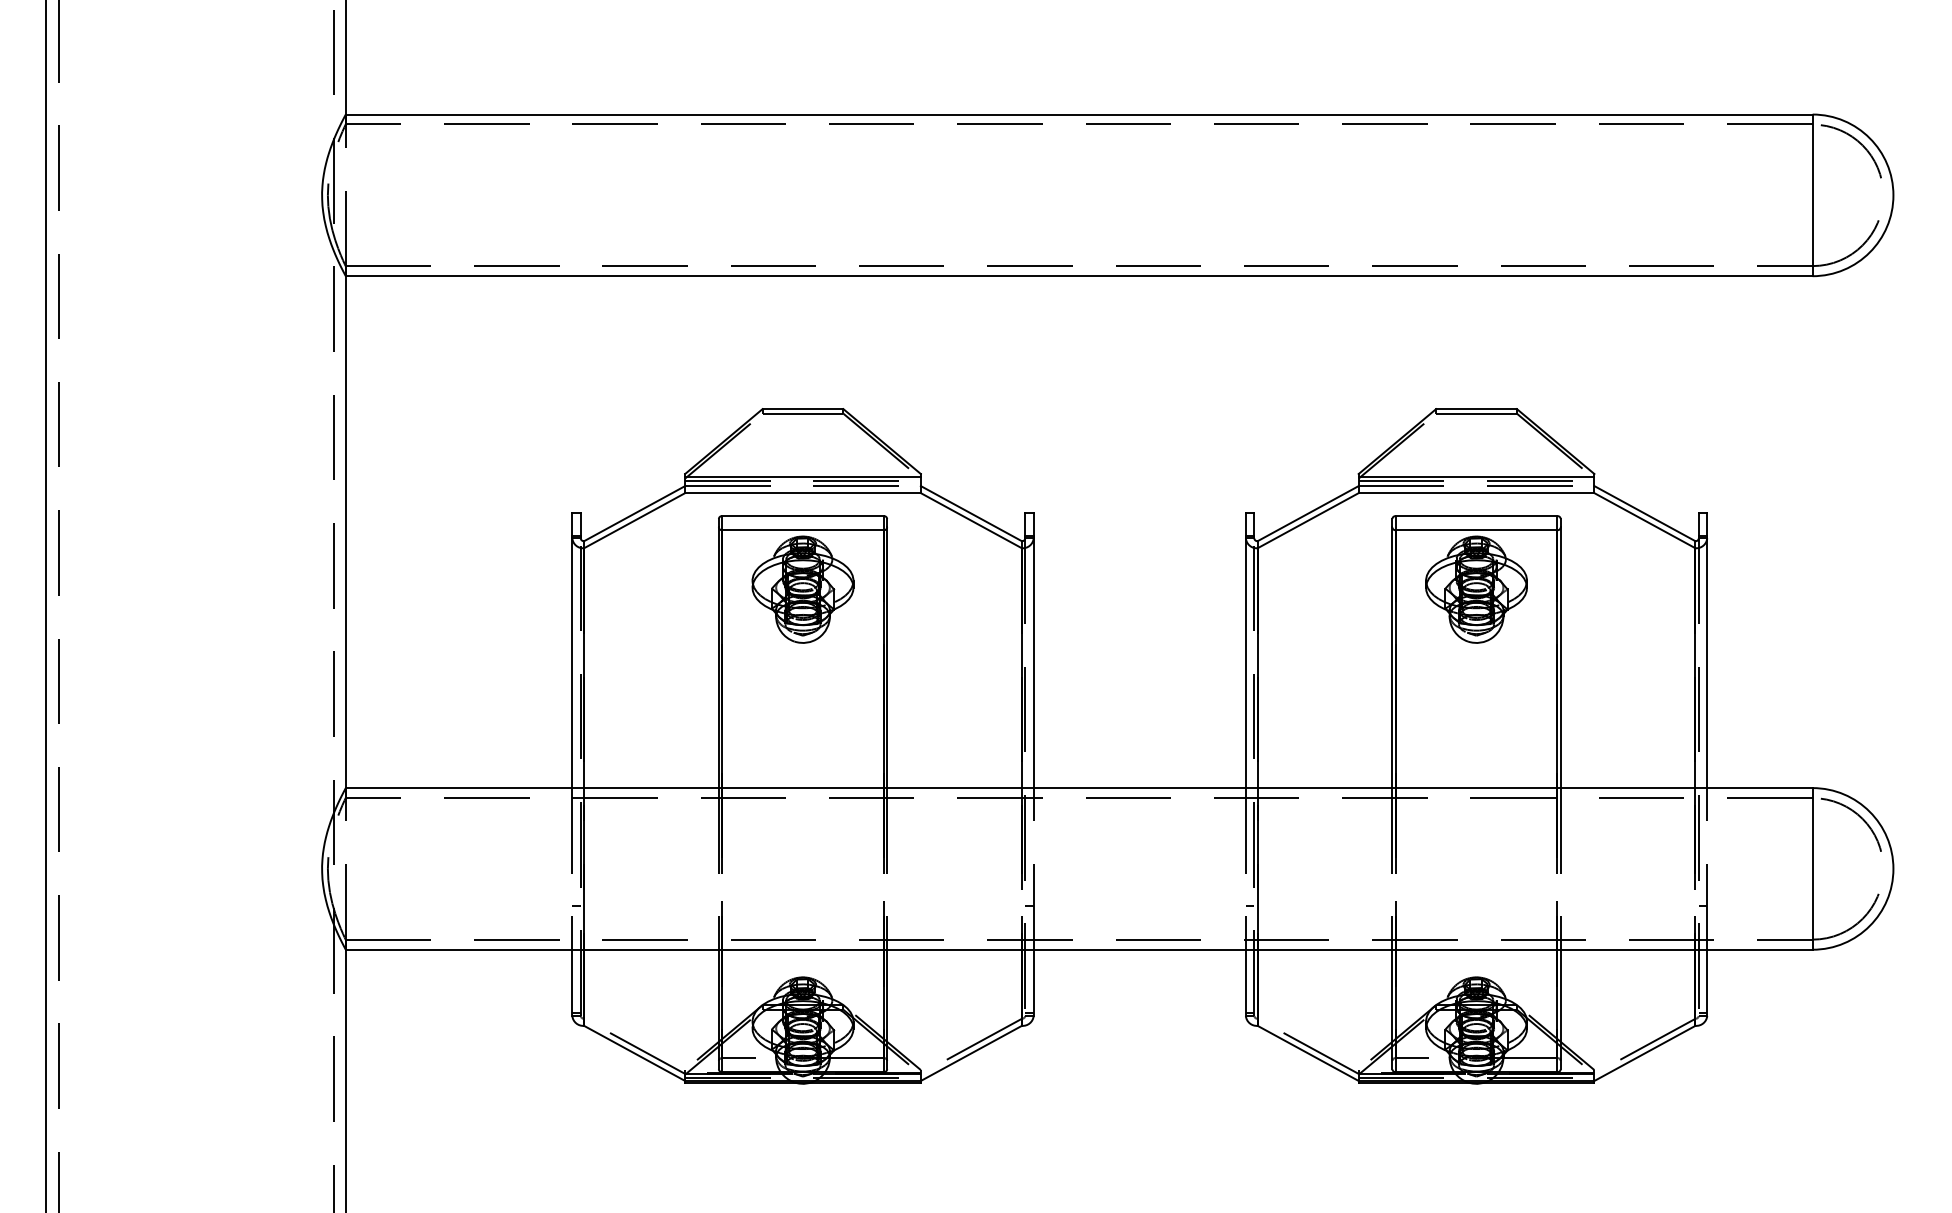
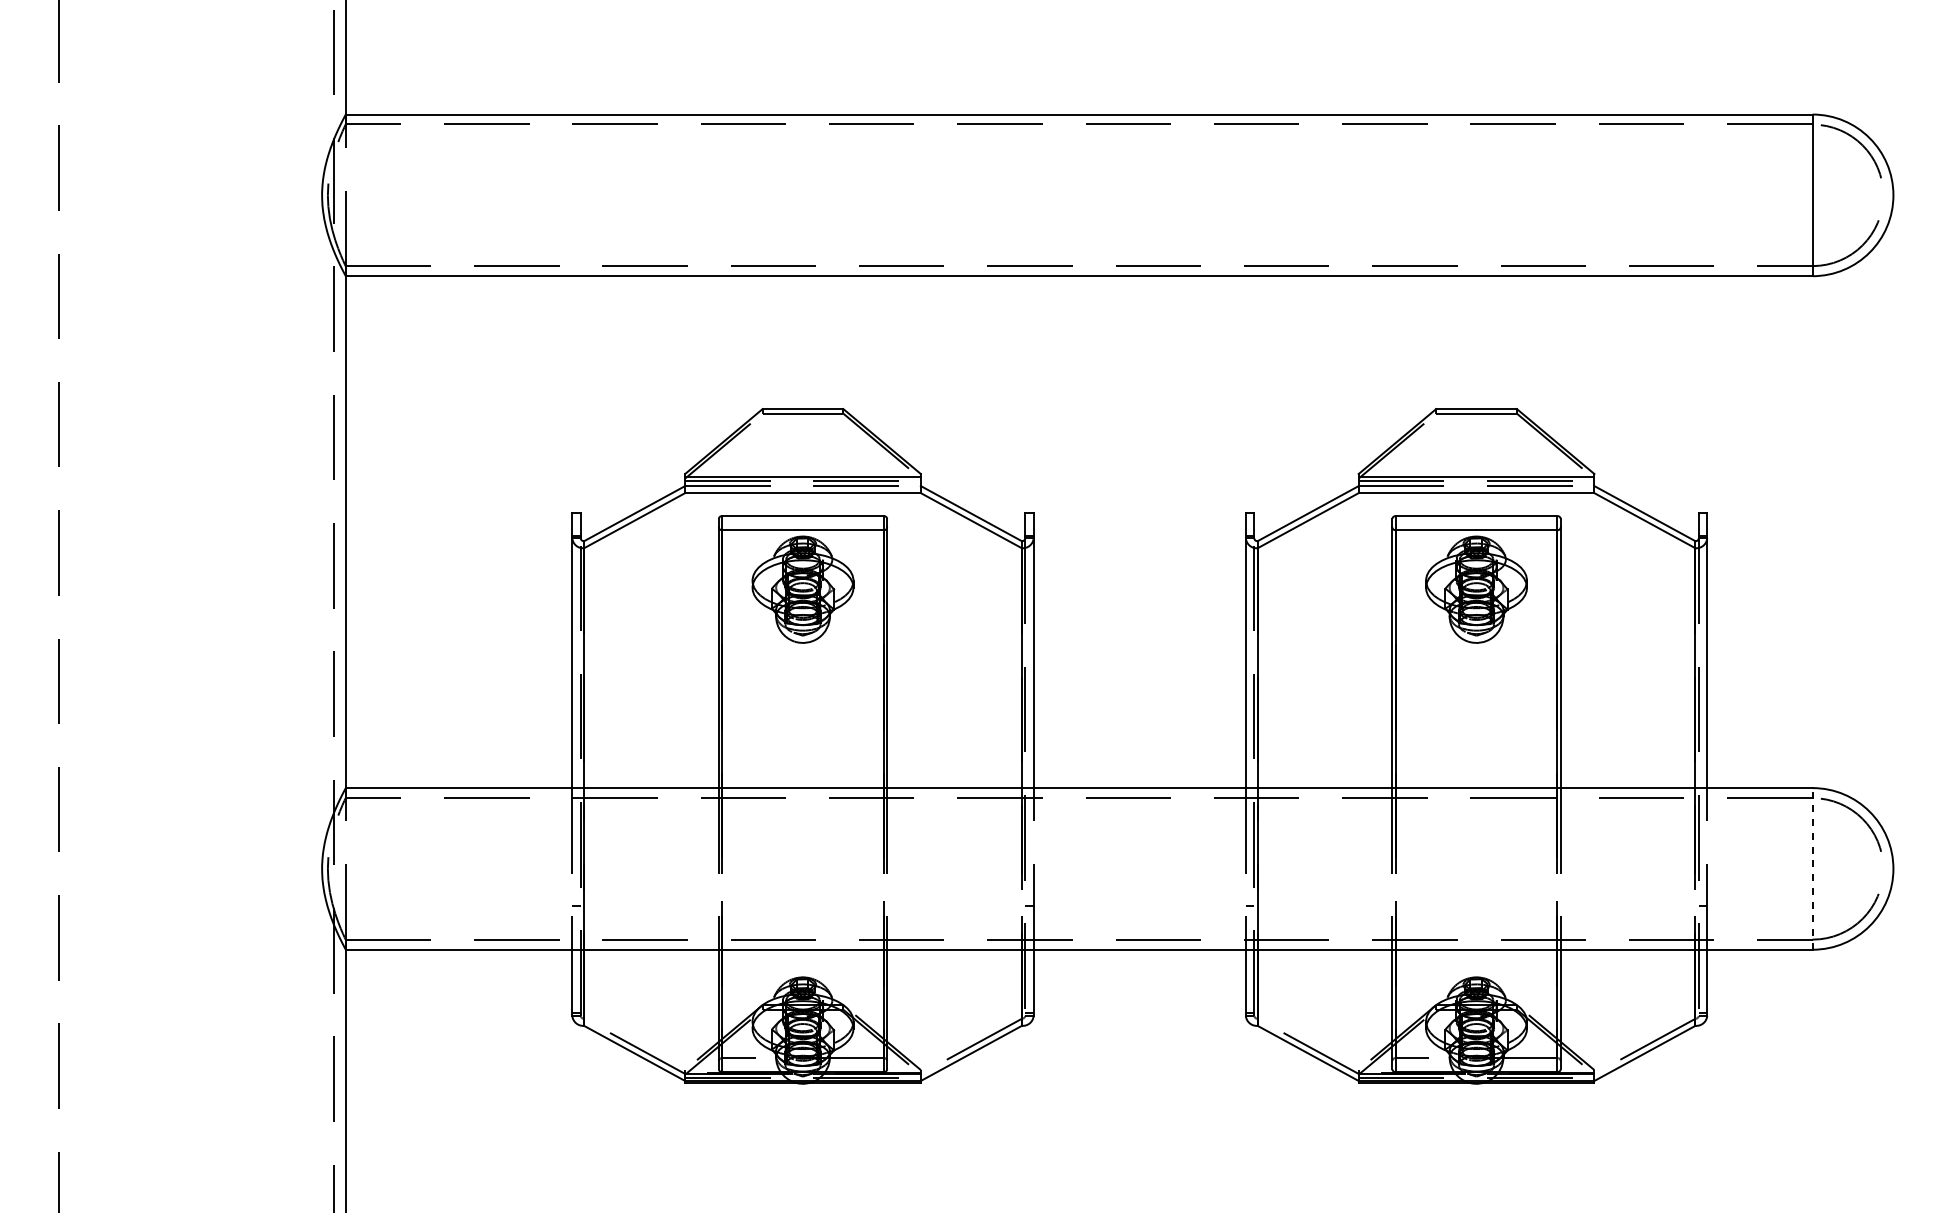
line at (46, 605): present -> none
line at (1812, 868): solid -> dashed
